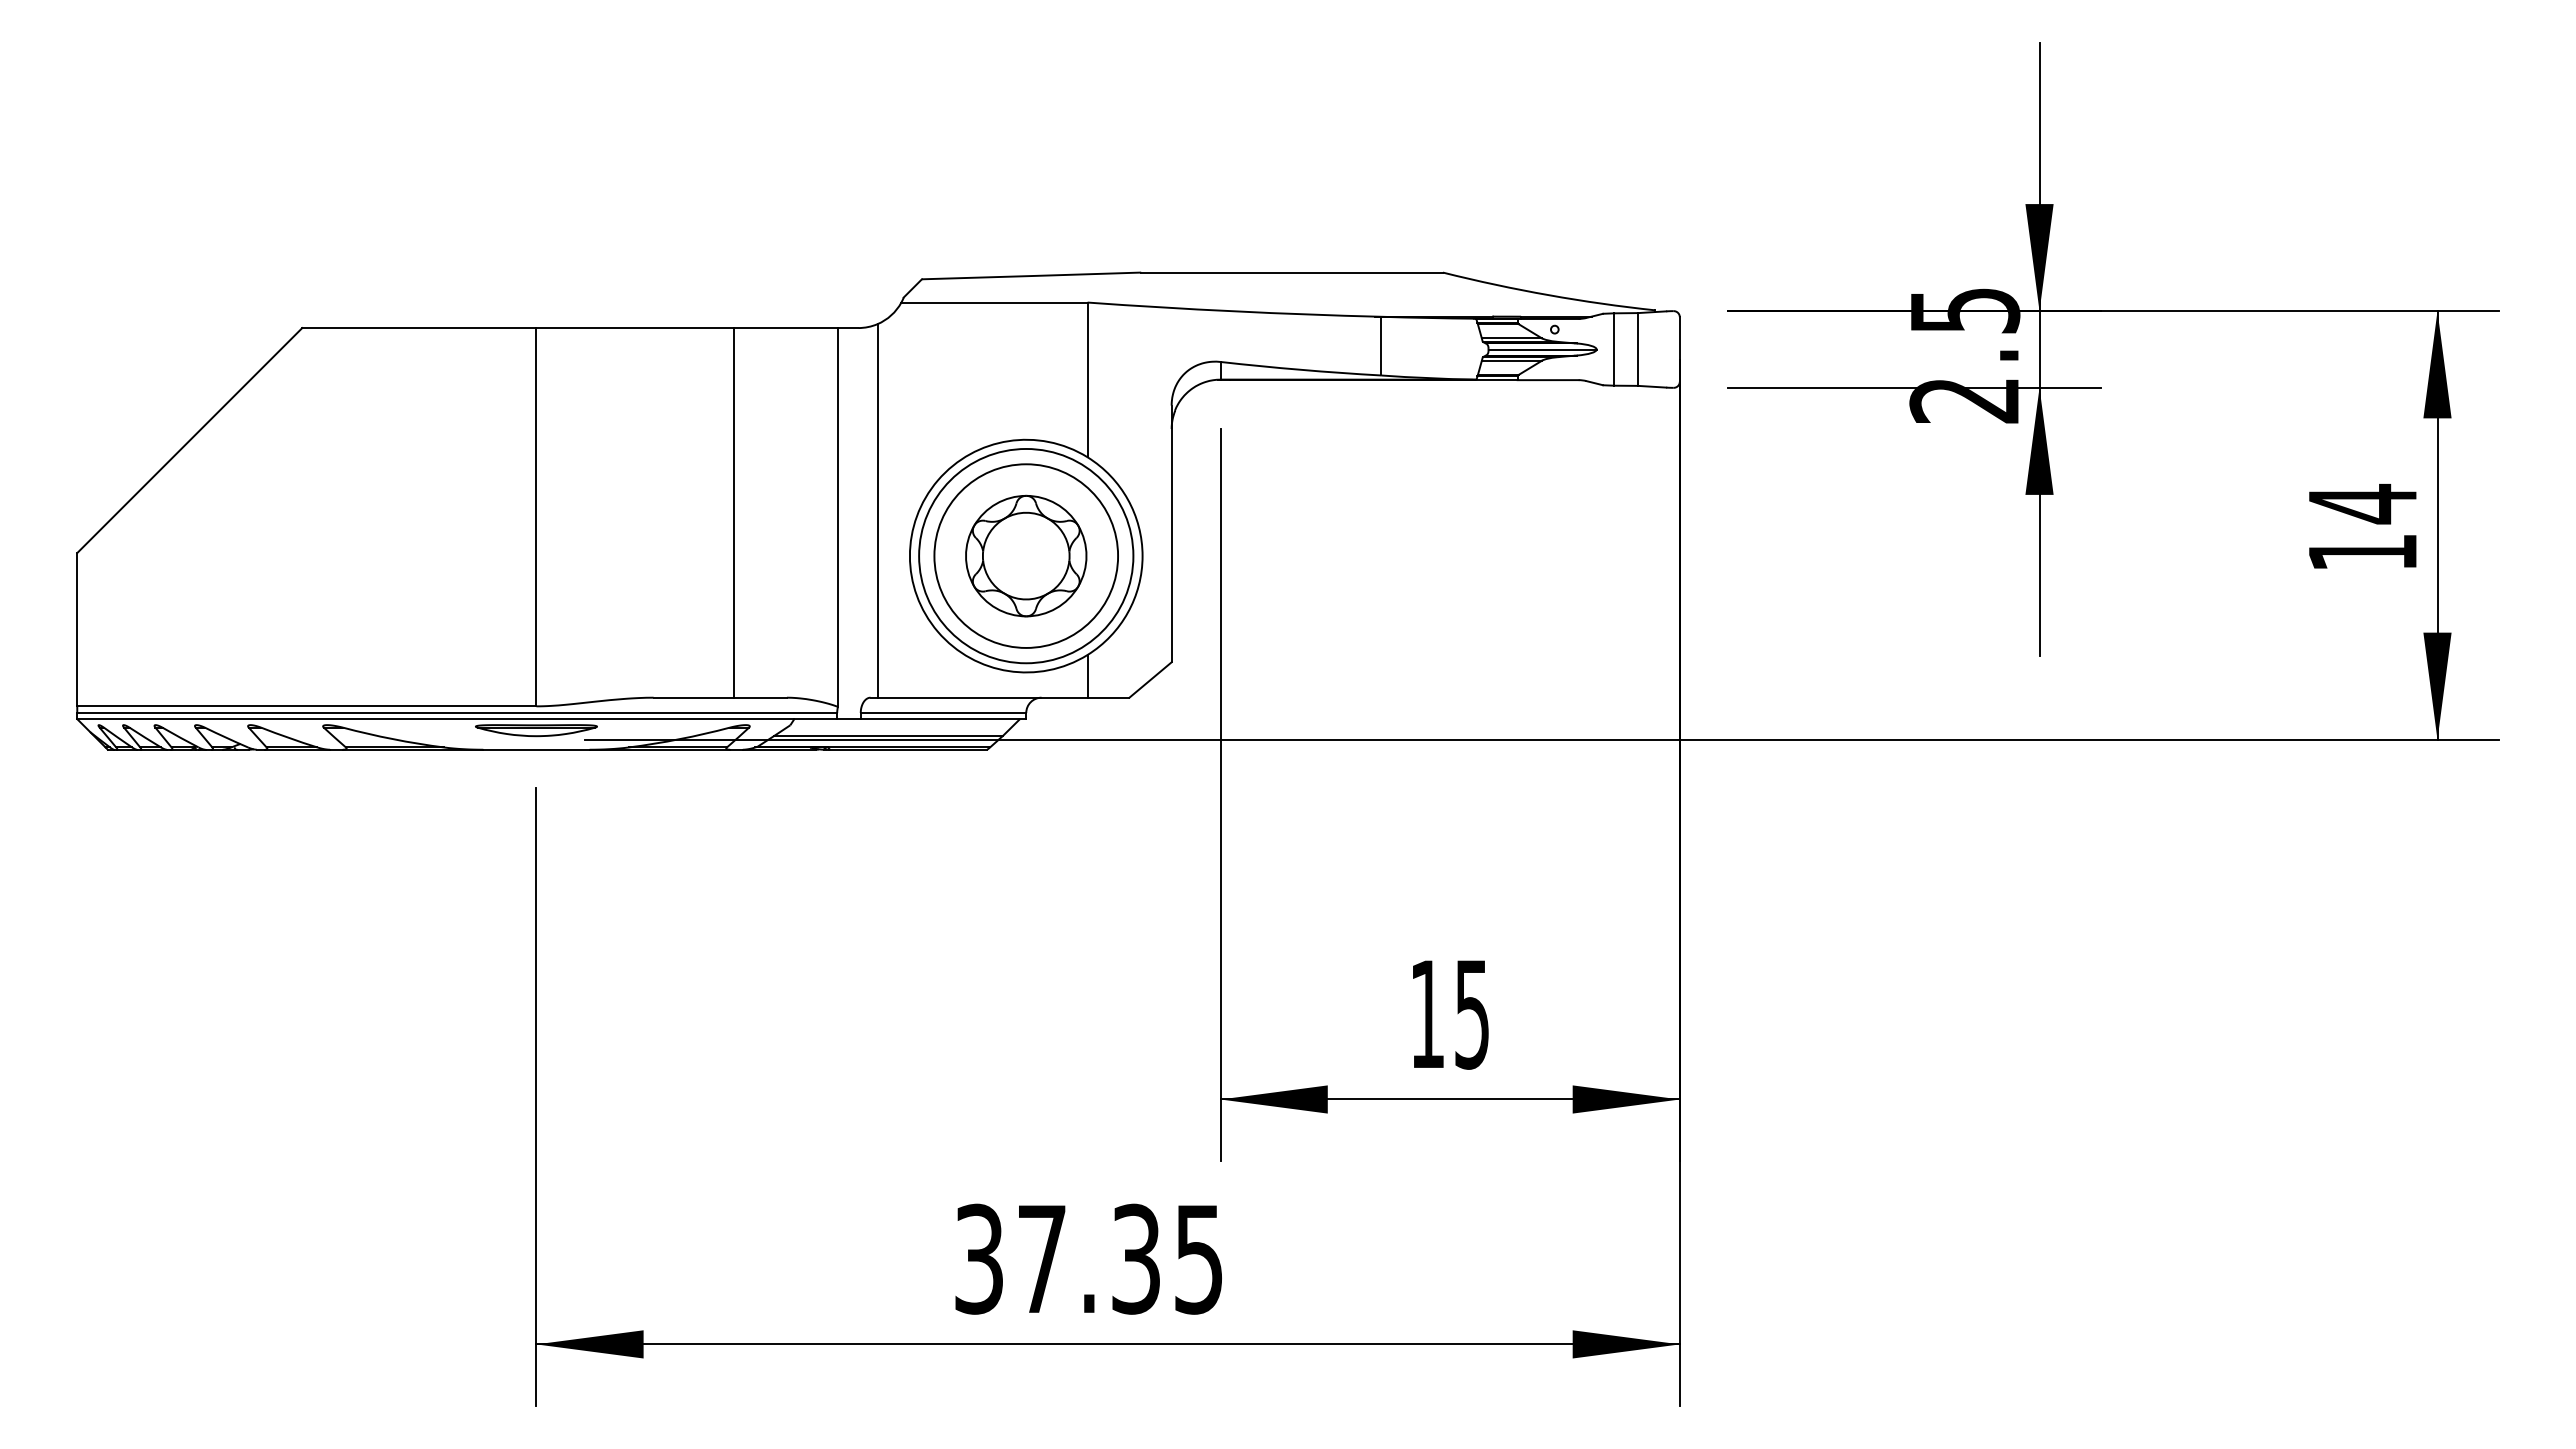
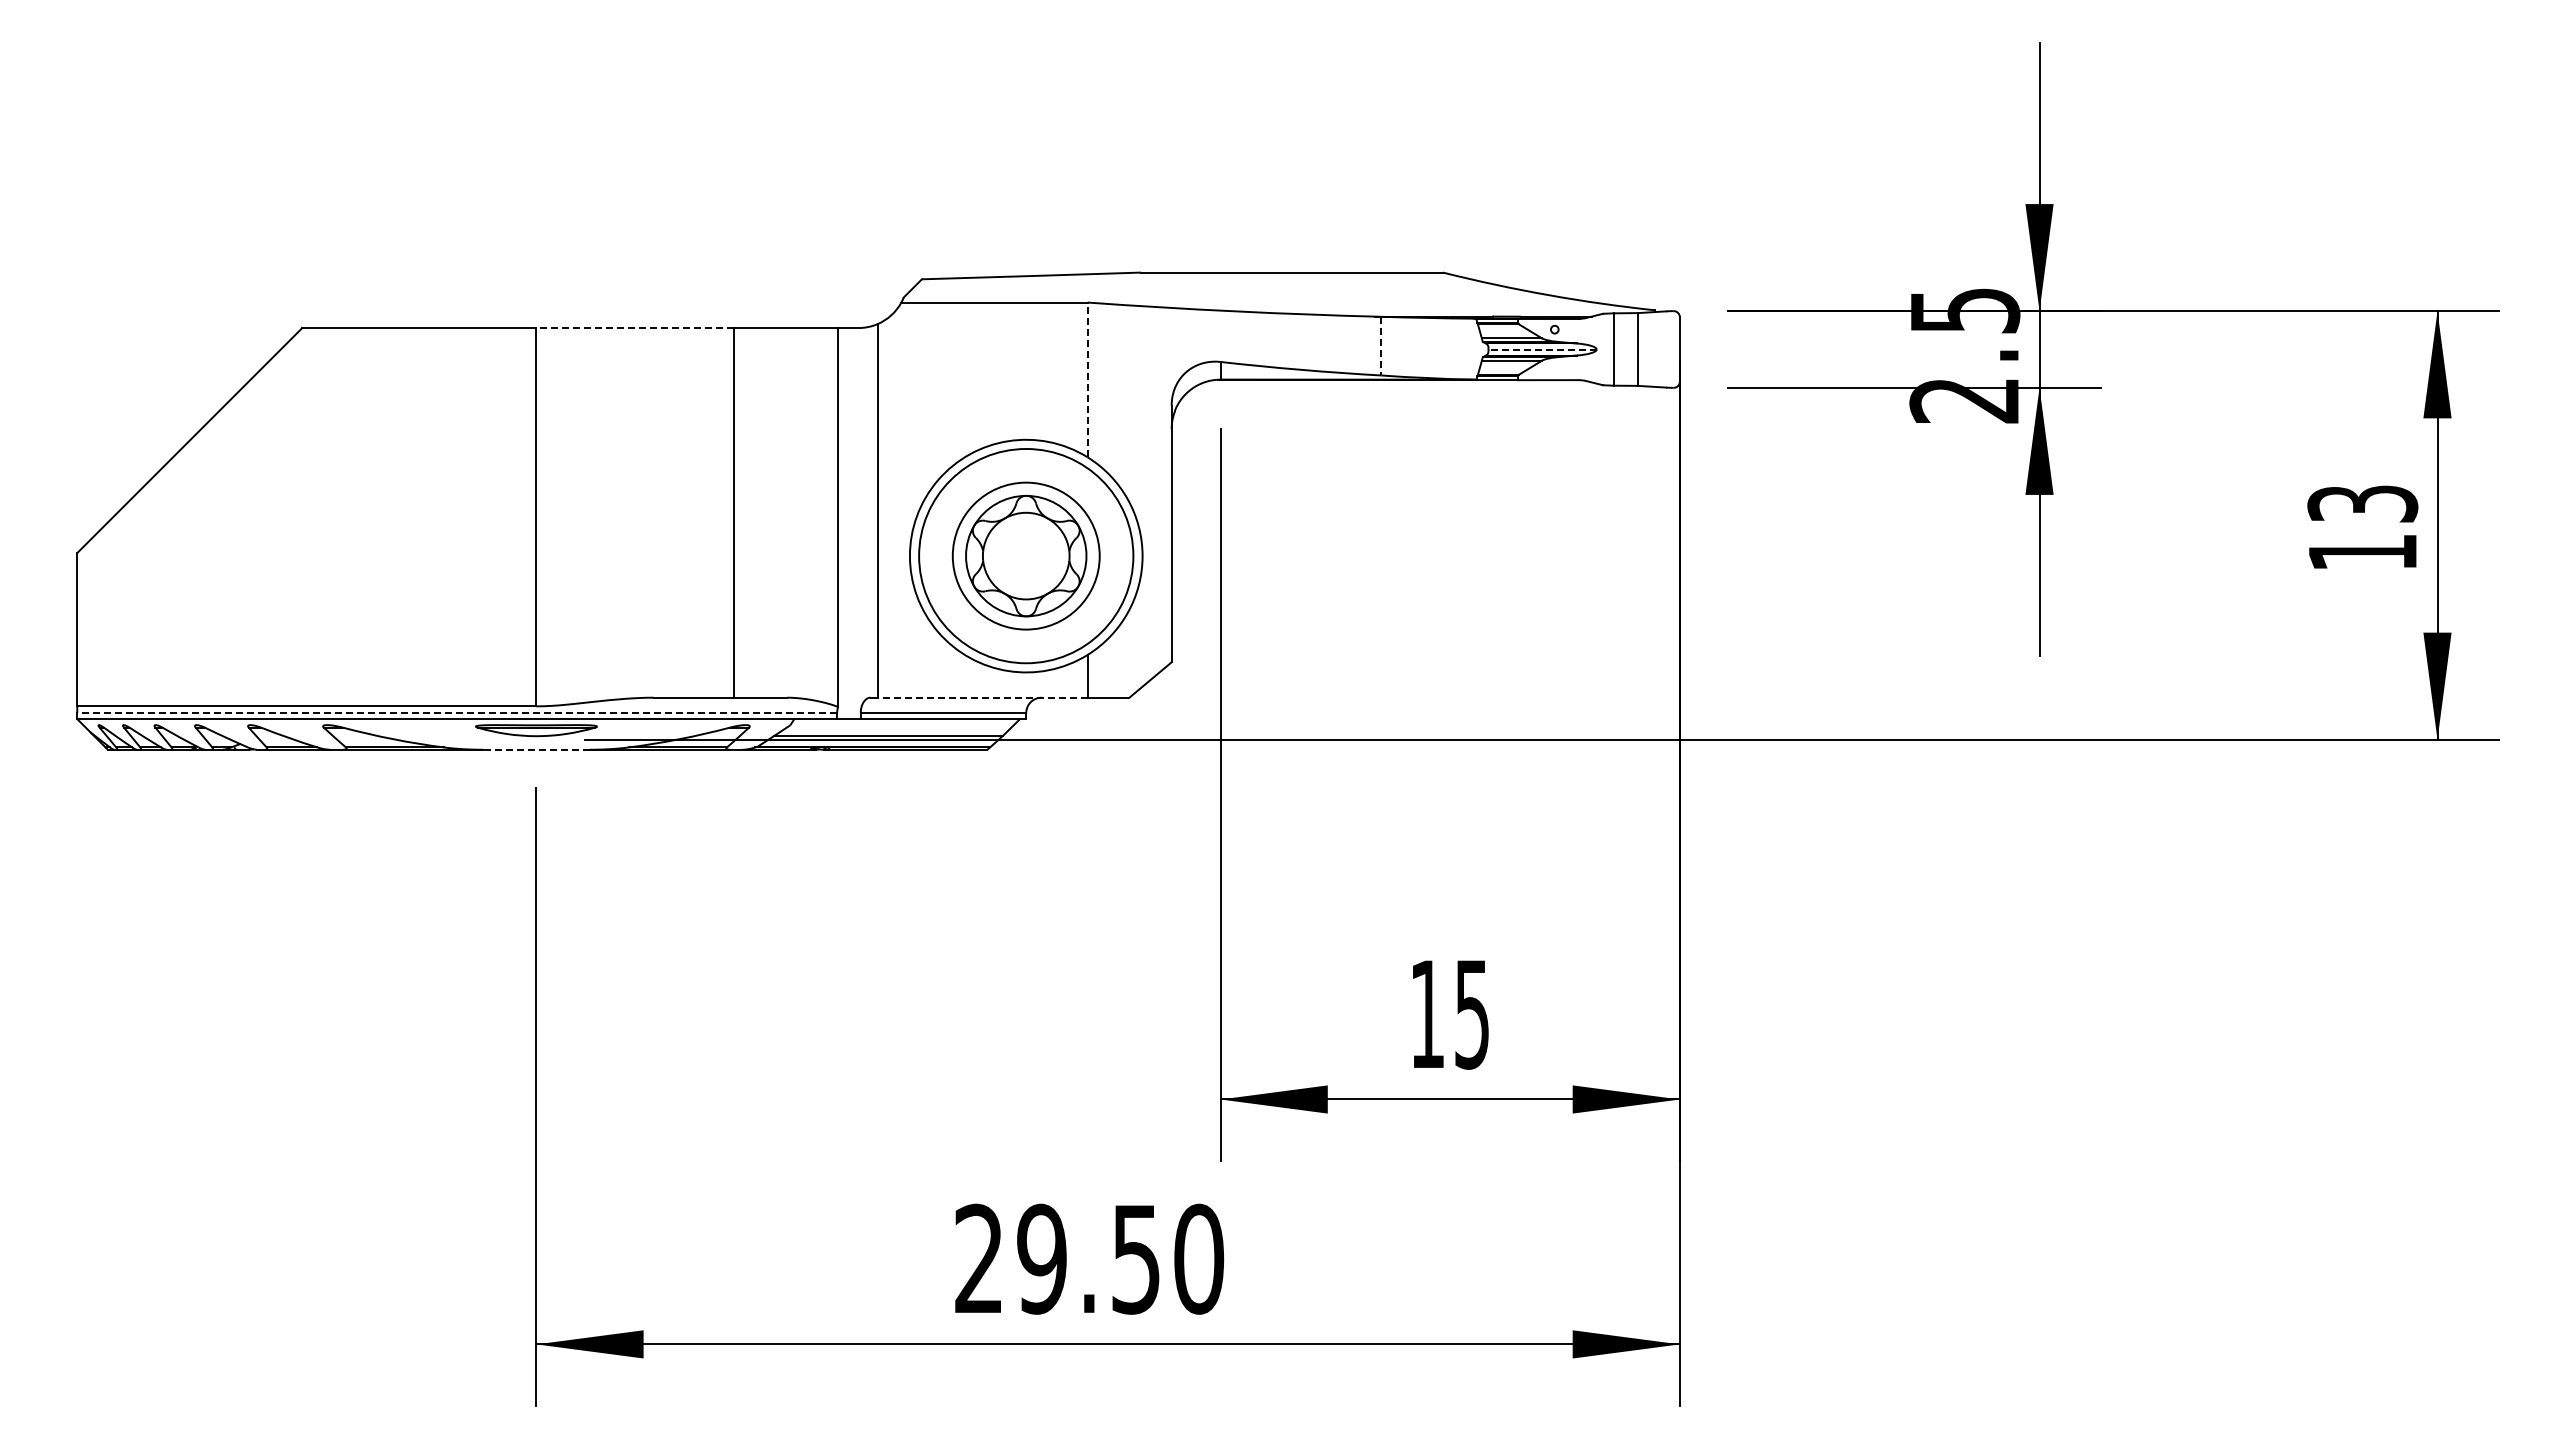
line at (635, 328): solid -> dashed
line at (1381, 346): solid -> dashed
line at (1542, 349): solid -> dashed
line at (1087, 379): solid -> dashed
text at (2362, 503): 14 -> 13
circle at (1026, 555) diameter: 184 px -> 147 px
line at (982, 697): solid -> dashed
line at (457, 713): solid -> dashed
line at (535, 749): solid -> dashed
text at (1089, 1258): 37.35 -> 29.50
